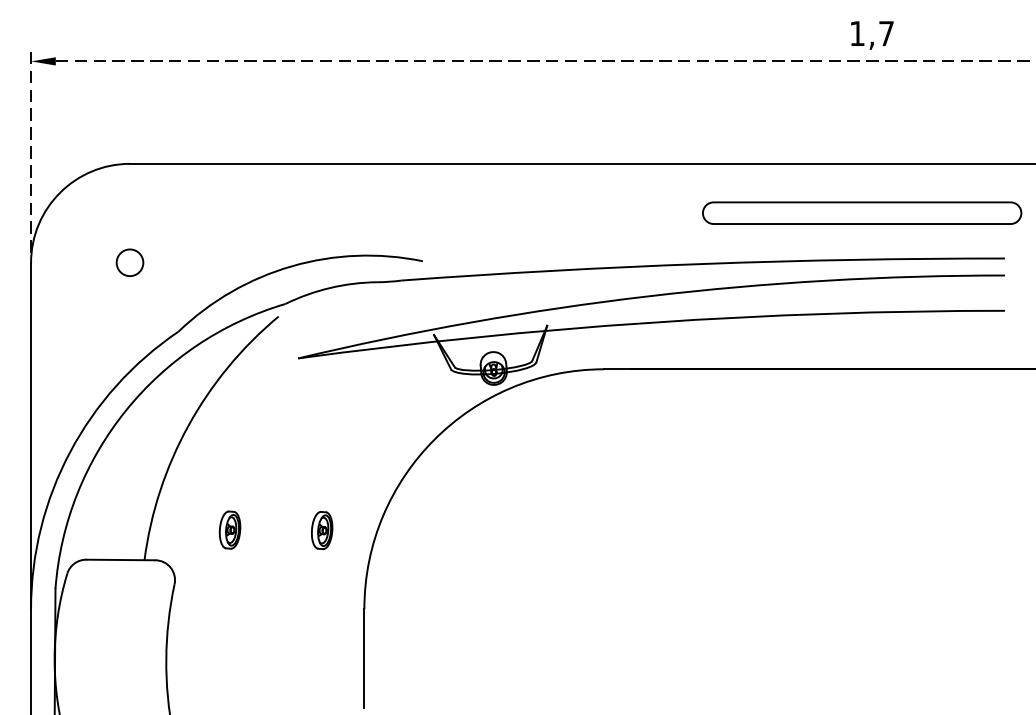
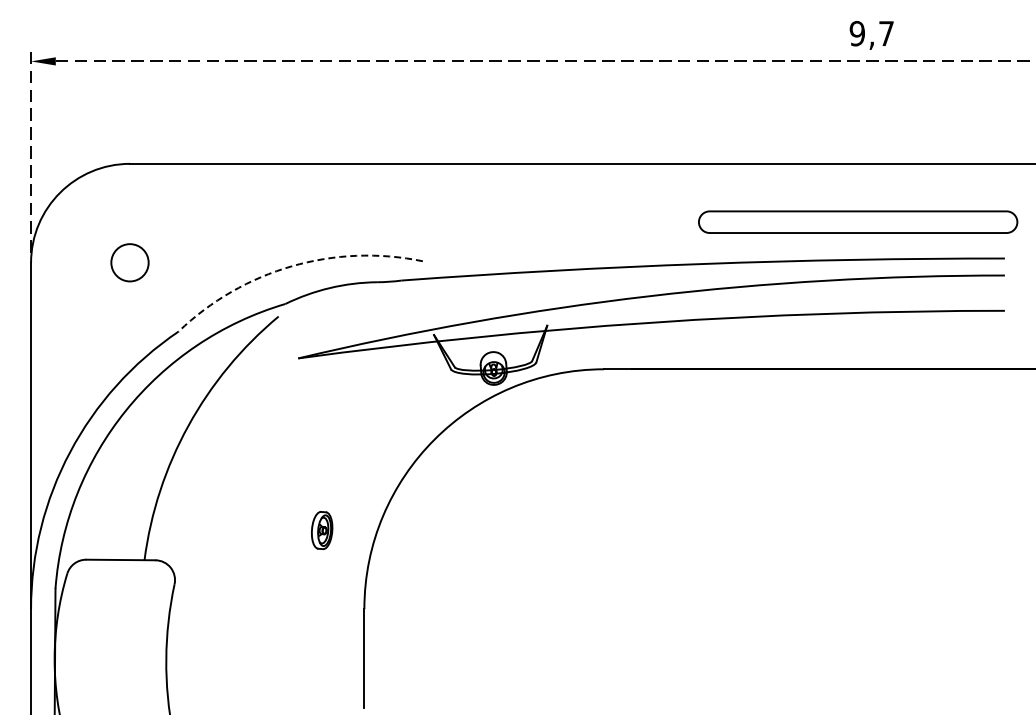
text at (856, 33): 1,7 -> 9,7
part at (862, 212) position: (862, 212) -> (858, 221)
circle at (129, 262) diameter: 27 px -> 37 px
arc at (291, 266): solid -> dashed
part at (229, 529): present -> none
